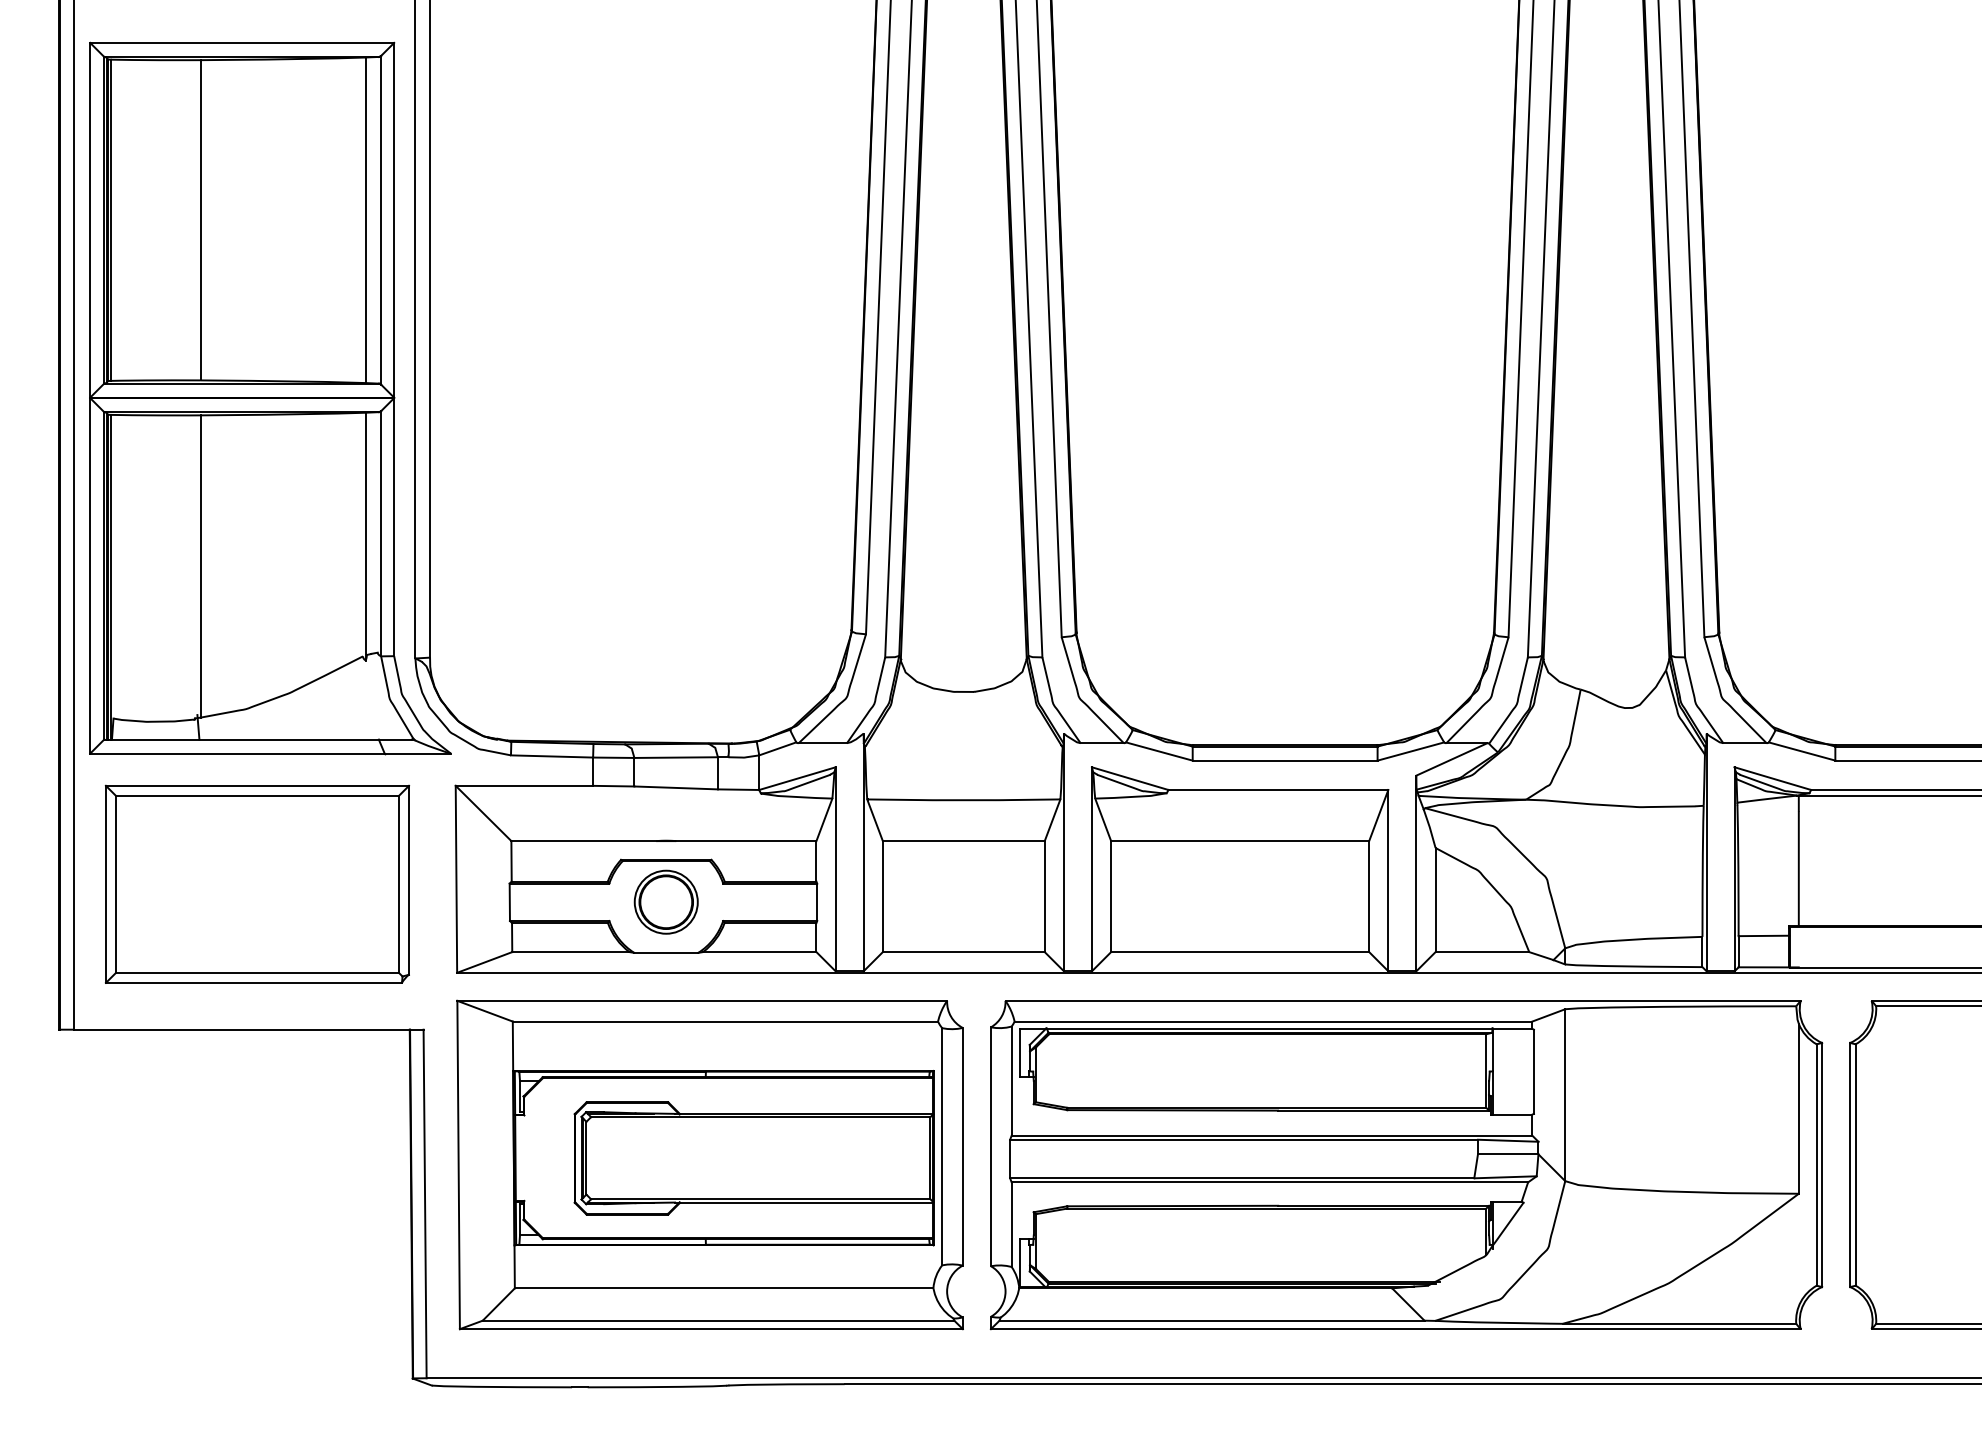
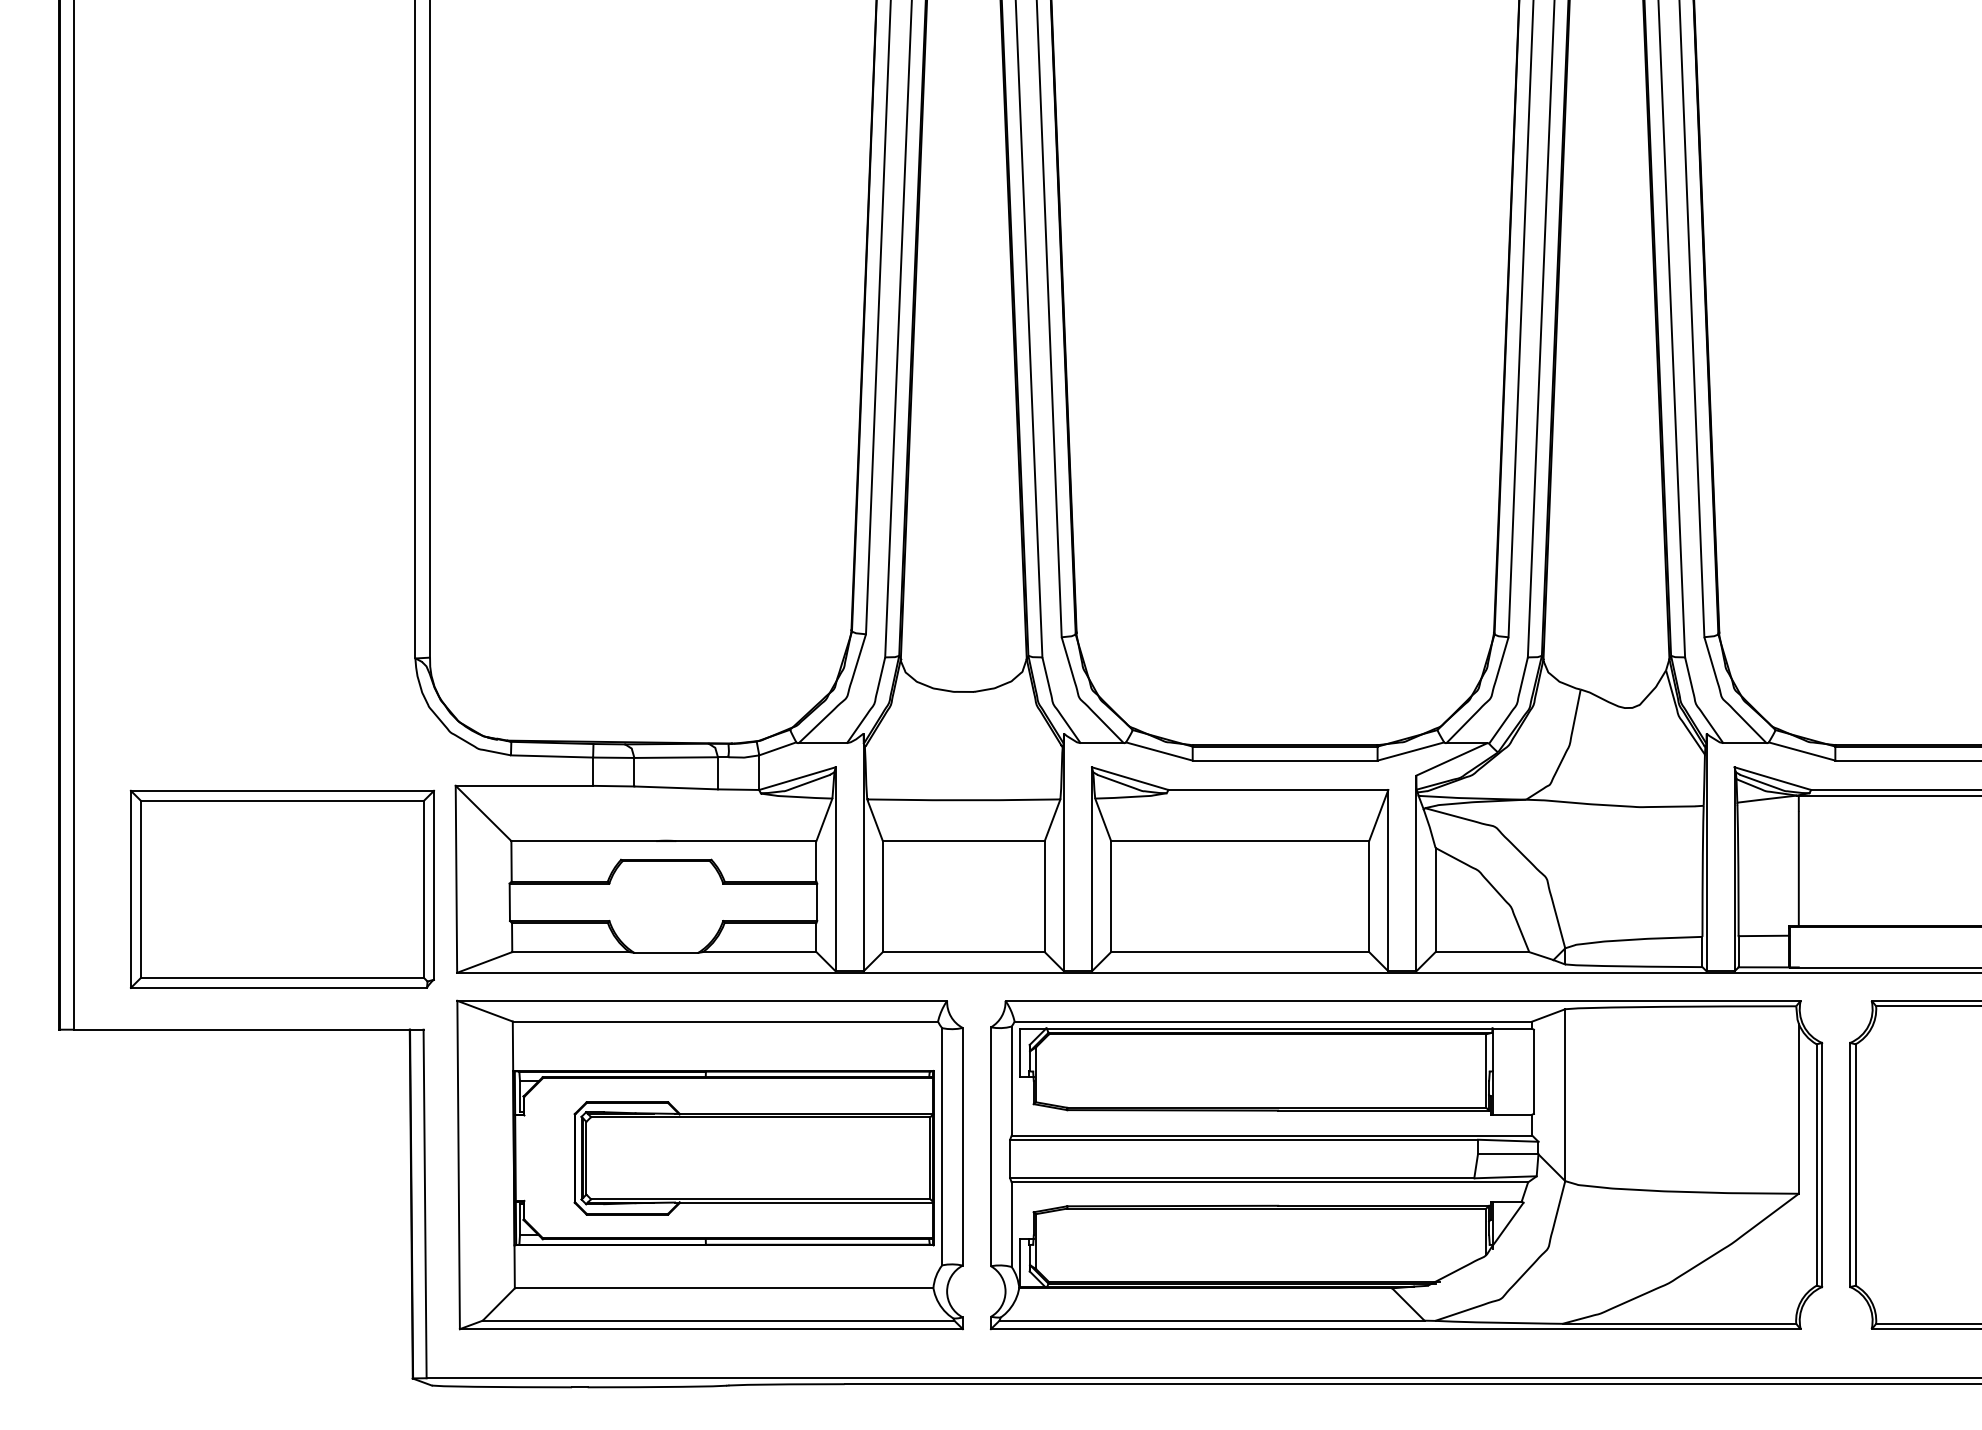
part at (270, 398): present -> none
part at (256, 883) position: (256, 883) -> (281, 888)
part at (665, 901): present -> none
